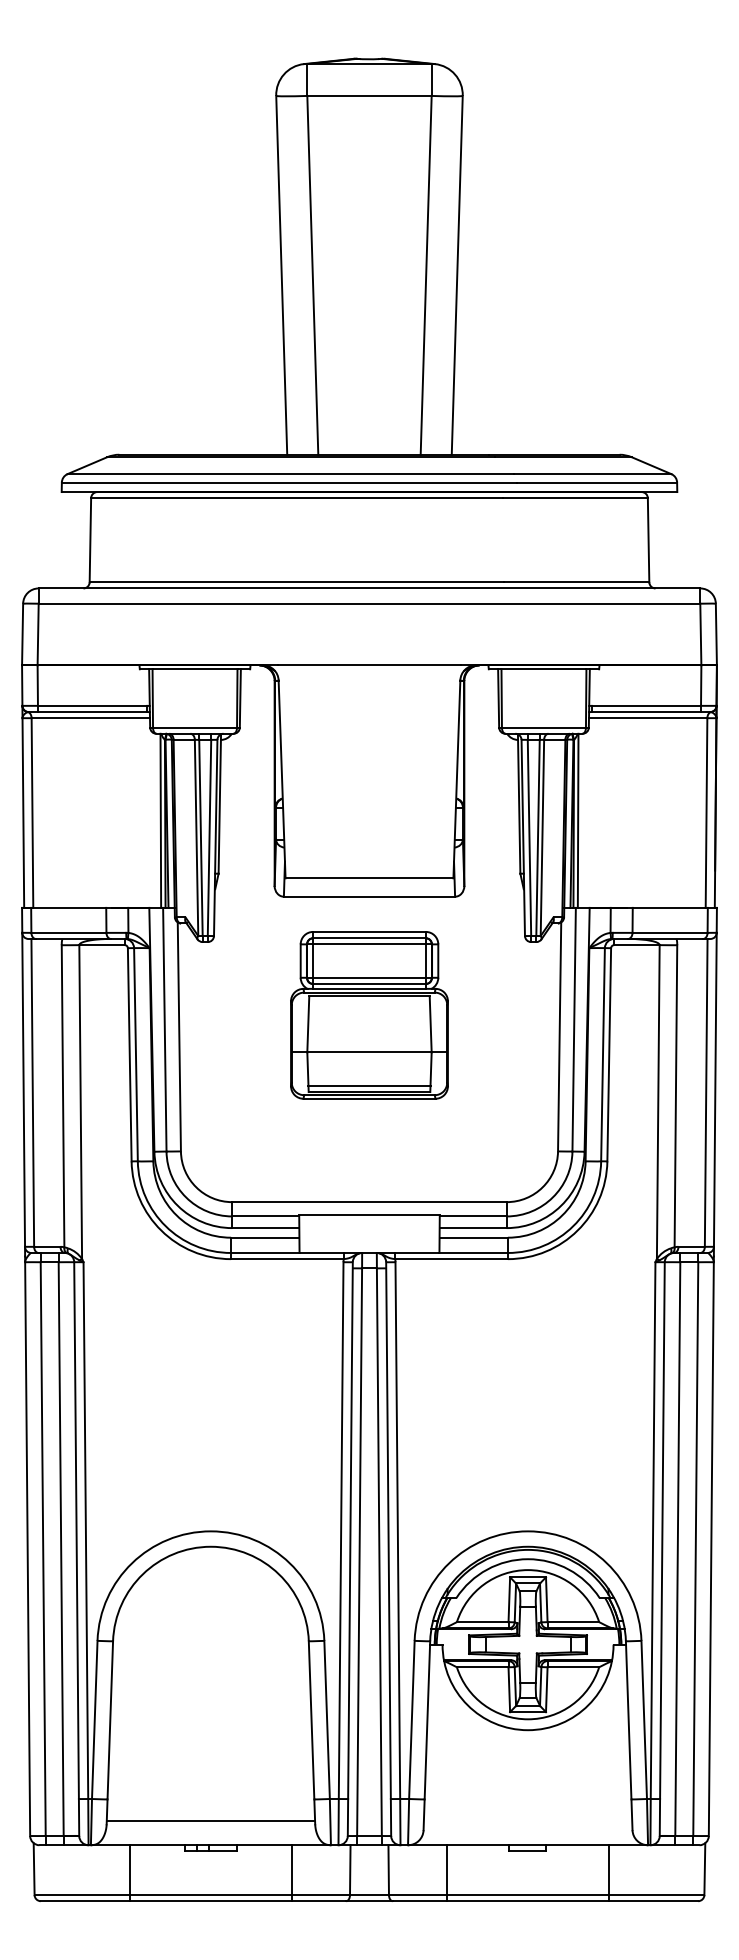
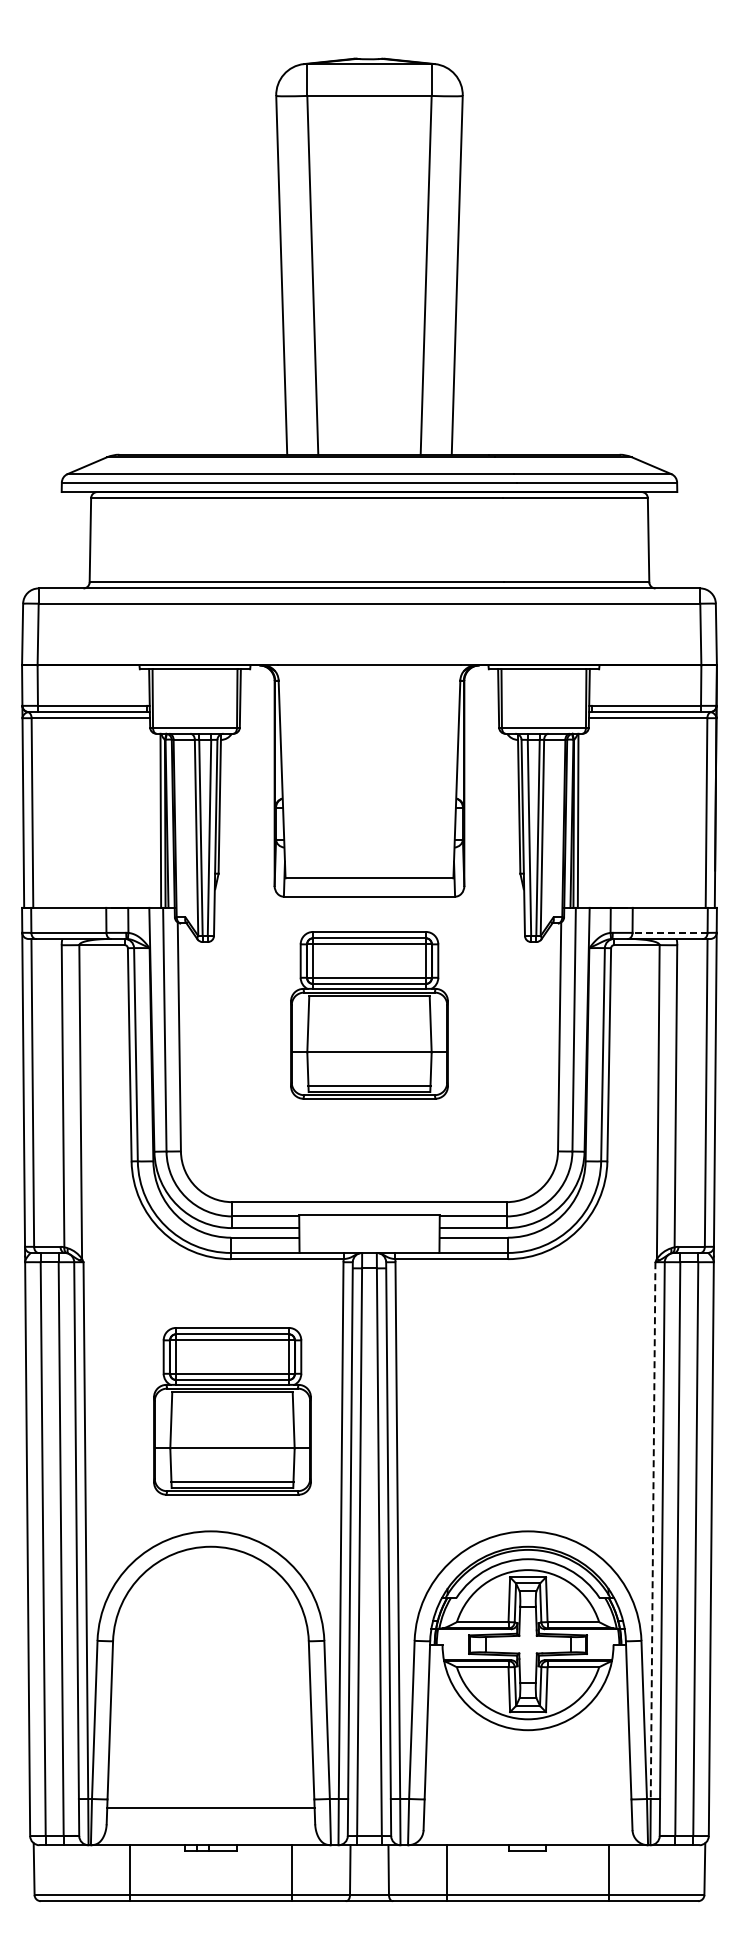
line at (670, 932): solid -> dashed
part at (232, 1411): none -> present
line at (653, 1531): solid -> dashed
line at (210, 1821) position: (210, 1821) -> (210, 1808)
